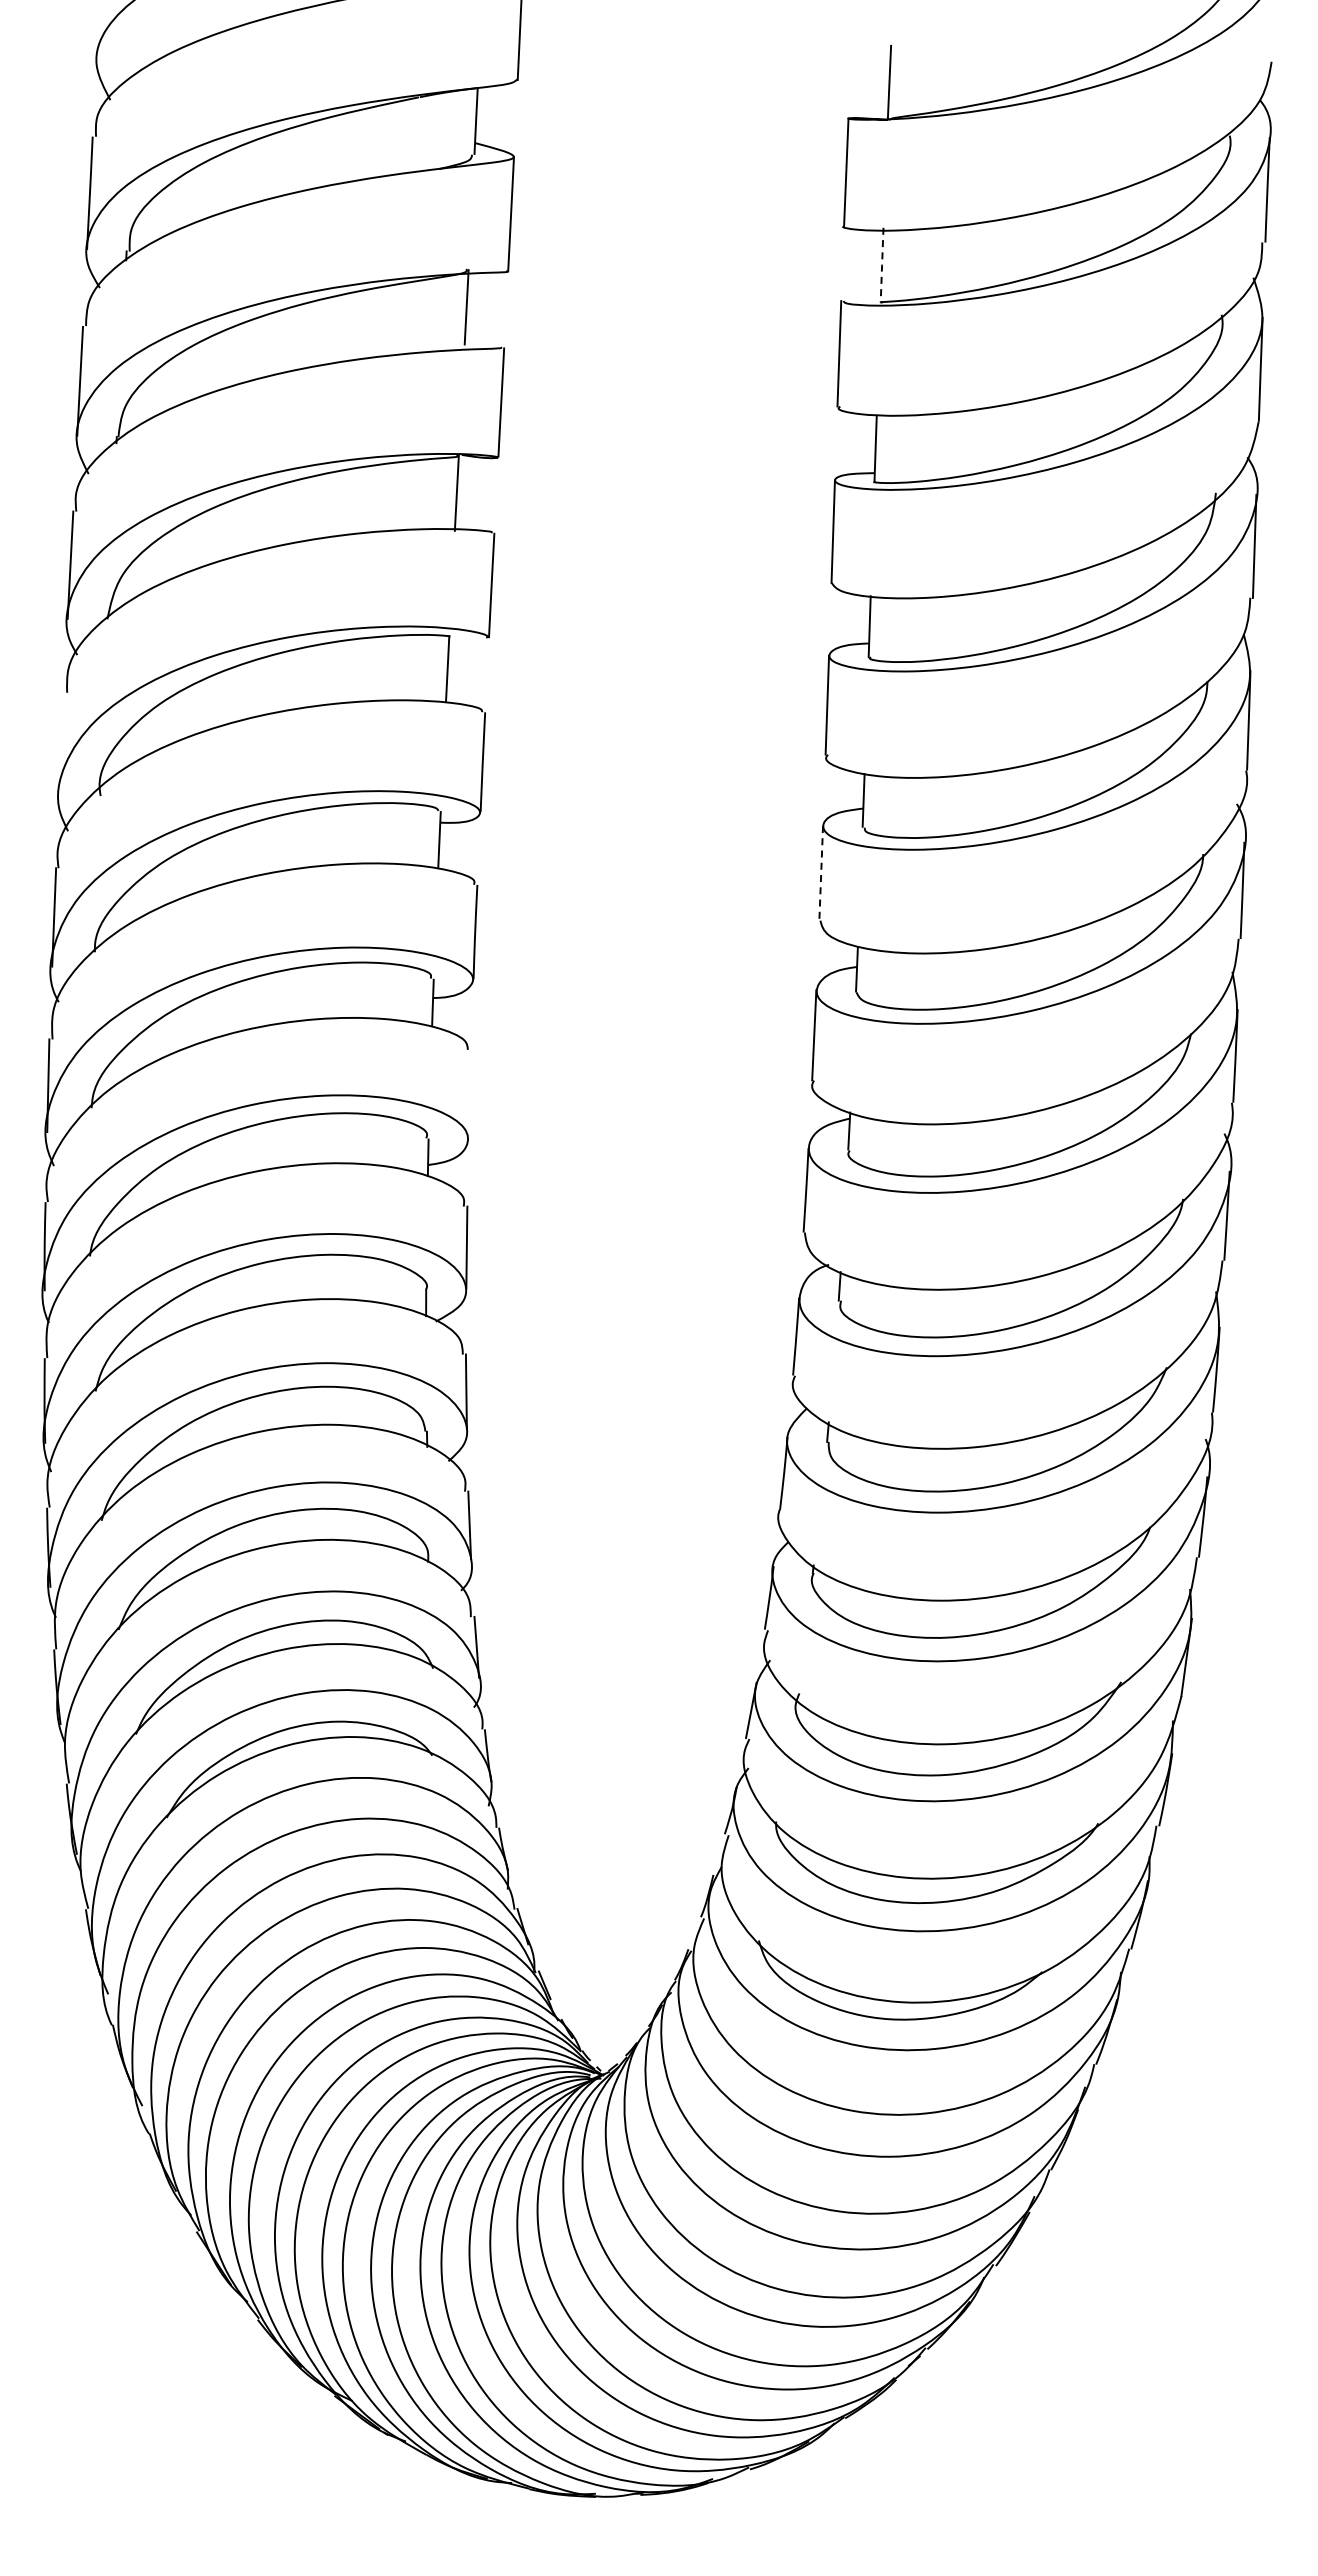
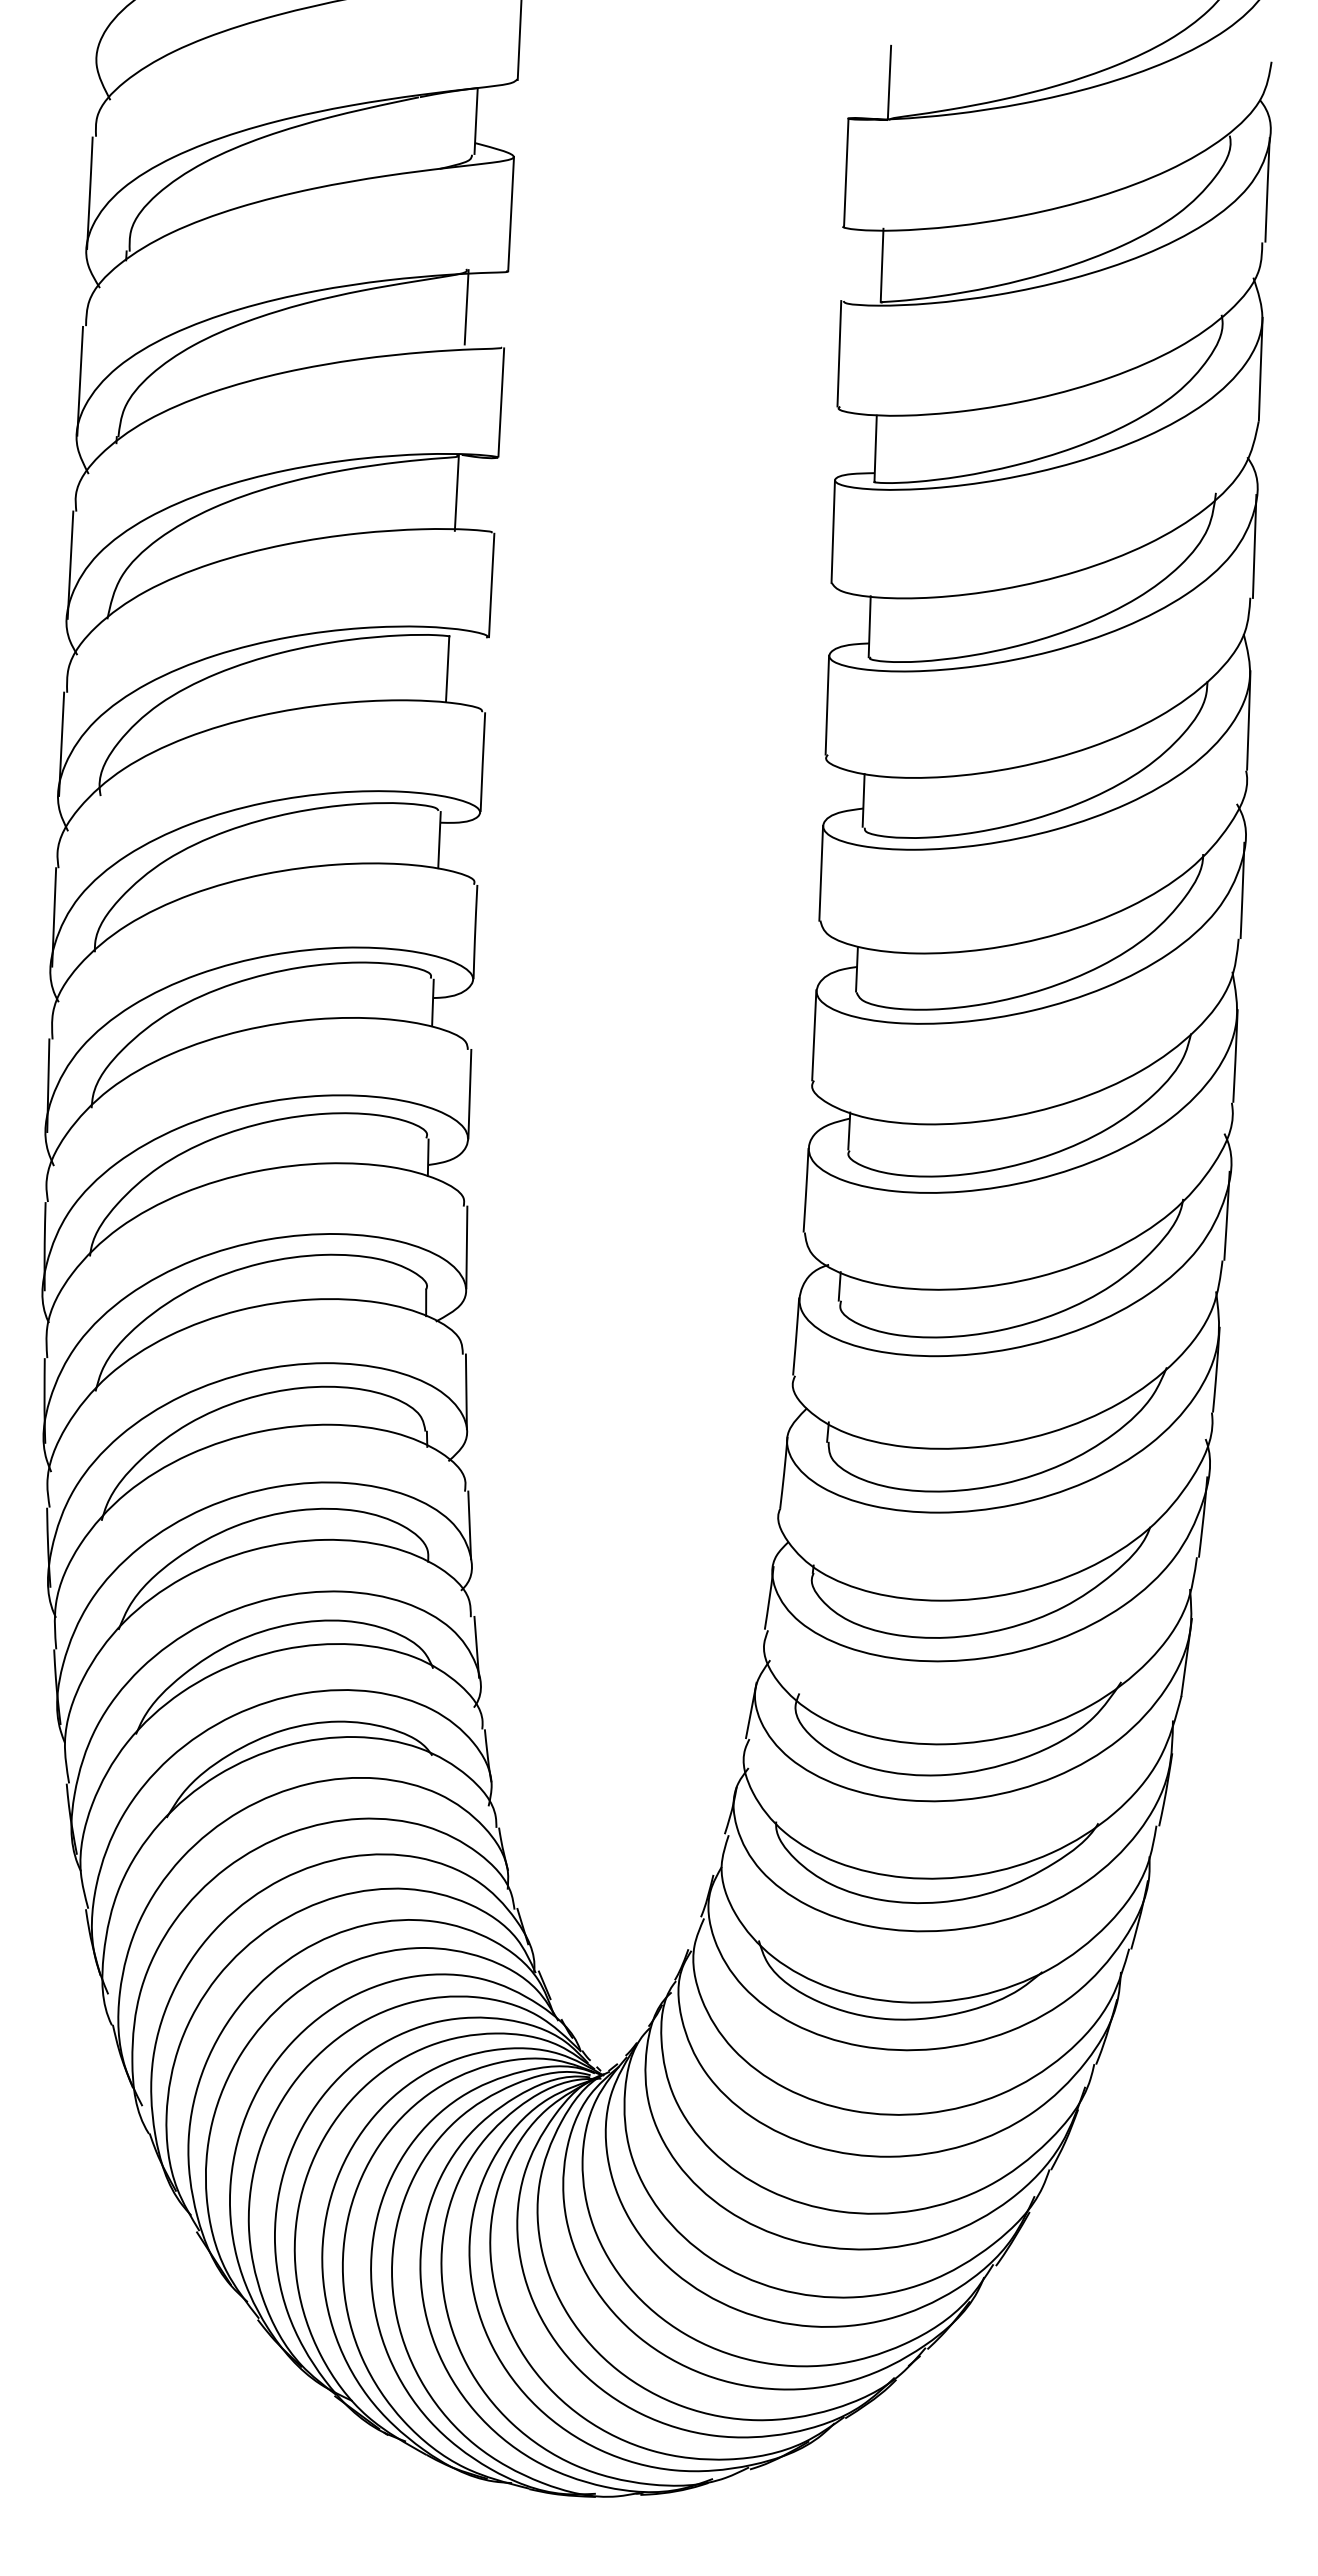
line at (882, 265): dashed -> solid
line at (61, 743): none -> present
line at (821, 873): dashed -> solid
line at (469, 1093): none -> present
